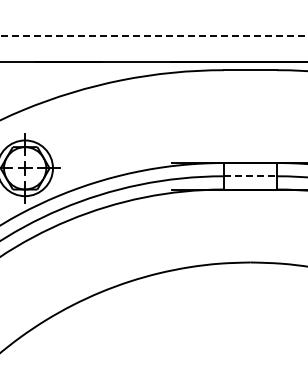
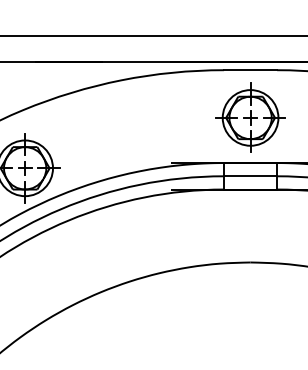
line at (154, 35): dashed -> solid
part at (250, 117): none -> present
line at (250, 176): dashed -> solid
